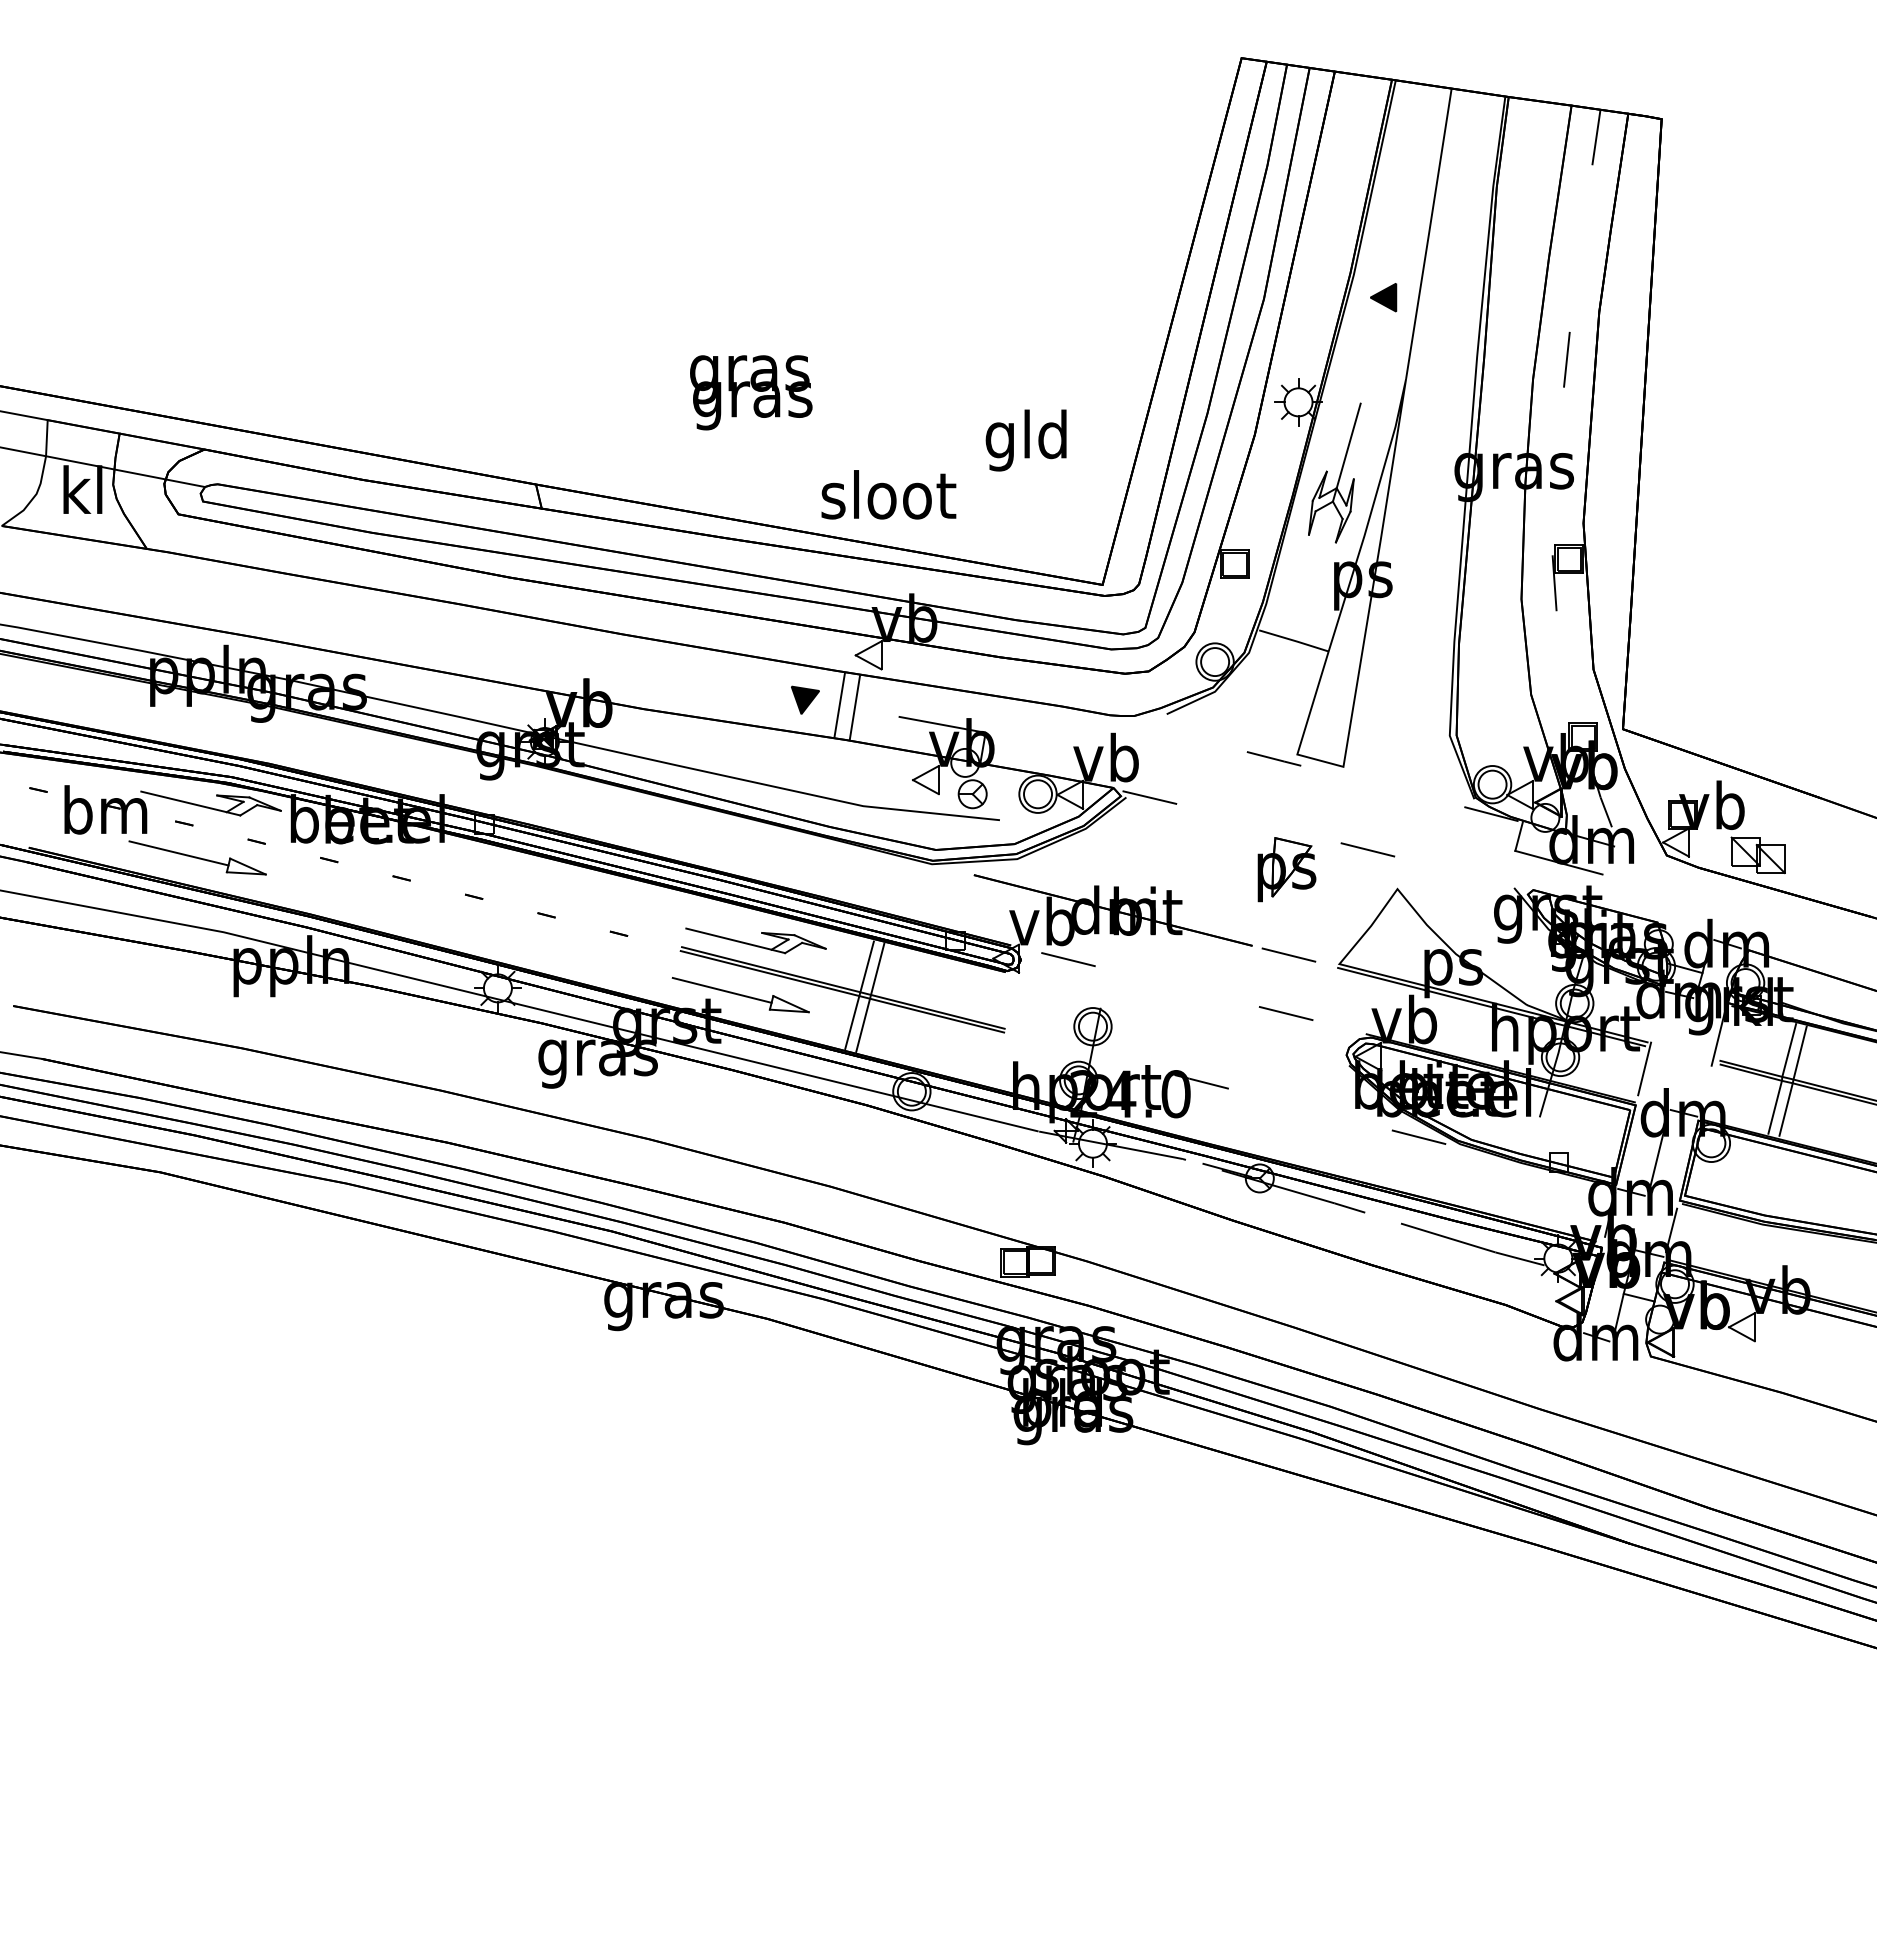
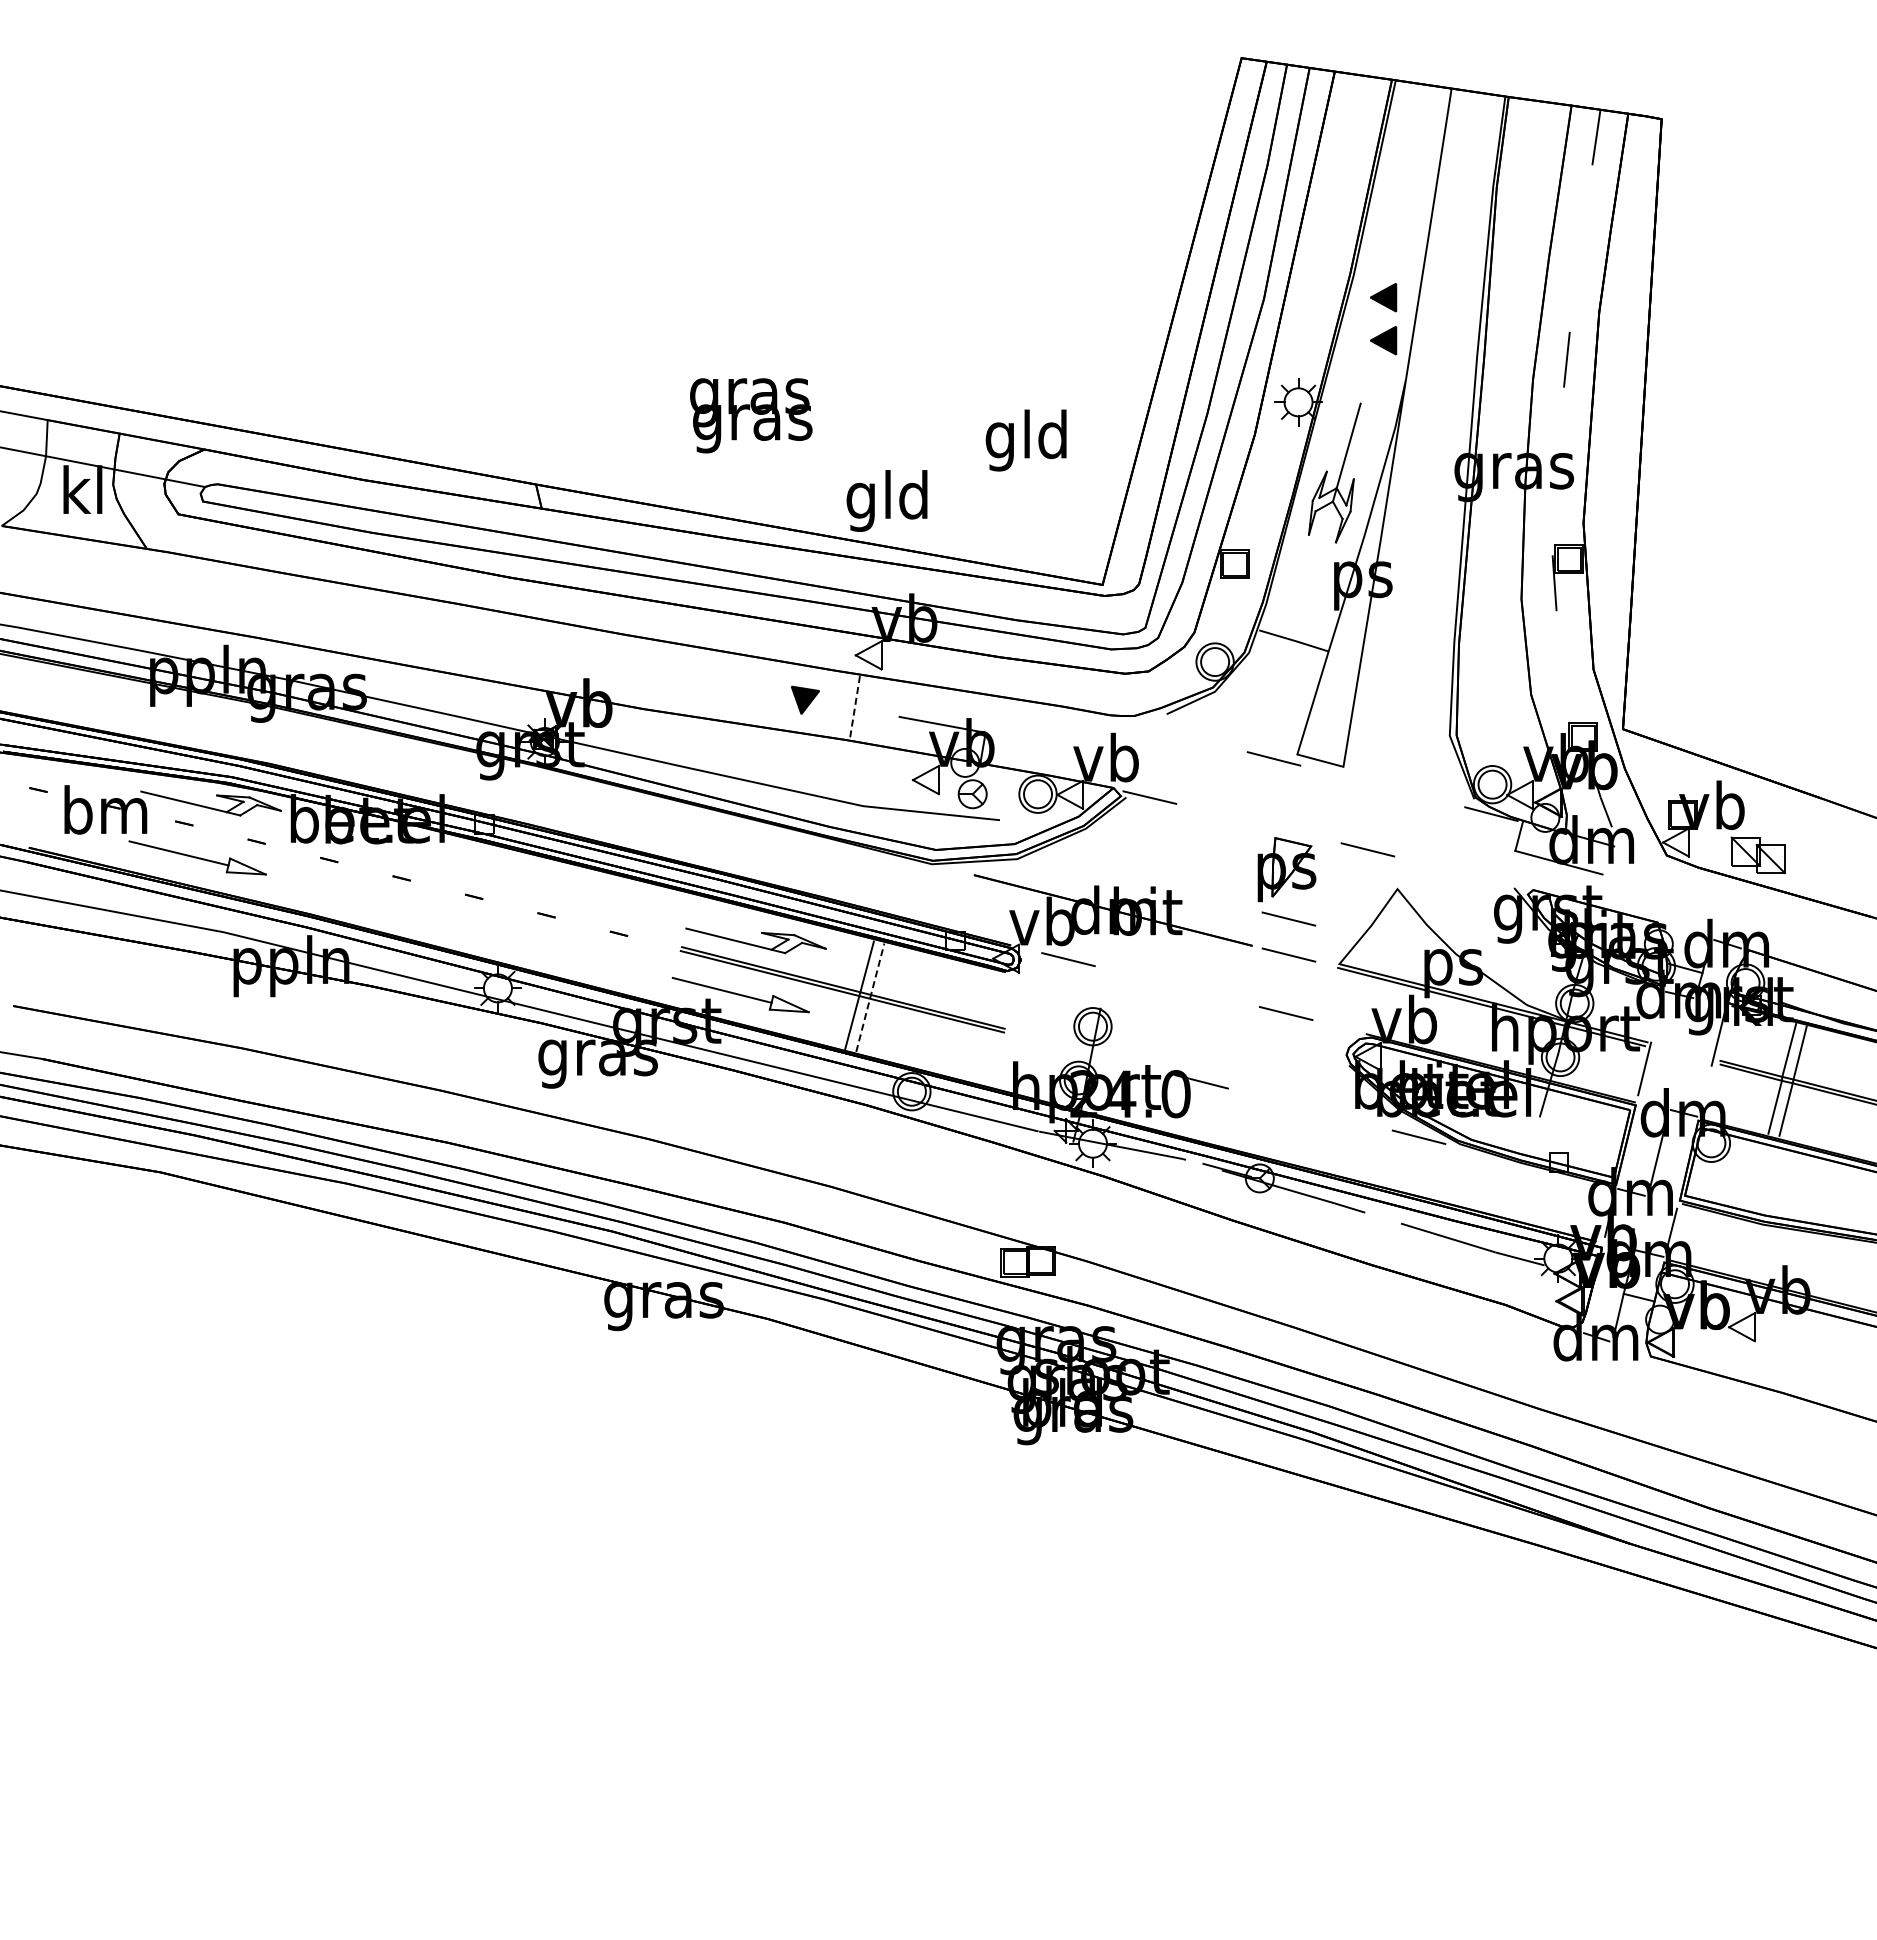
part at (1383, 340): none -> present
text at (751, 392) position: (751, 392) -> (751, 415)
text at (888, 500): sloot -> gld
line at (839, 705): present -> none
line at (854, 708): solid -> dashed
line at (1288, 918): none -> present
line at (870, 997): solid -> dashed
